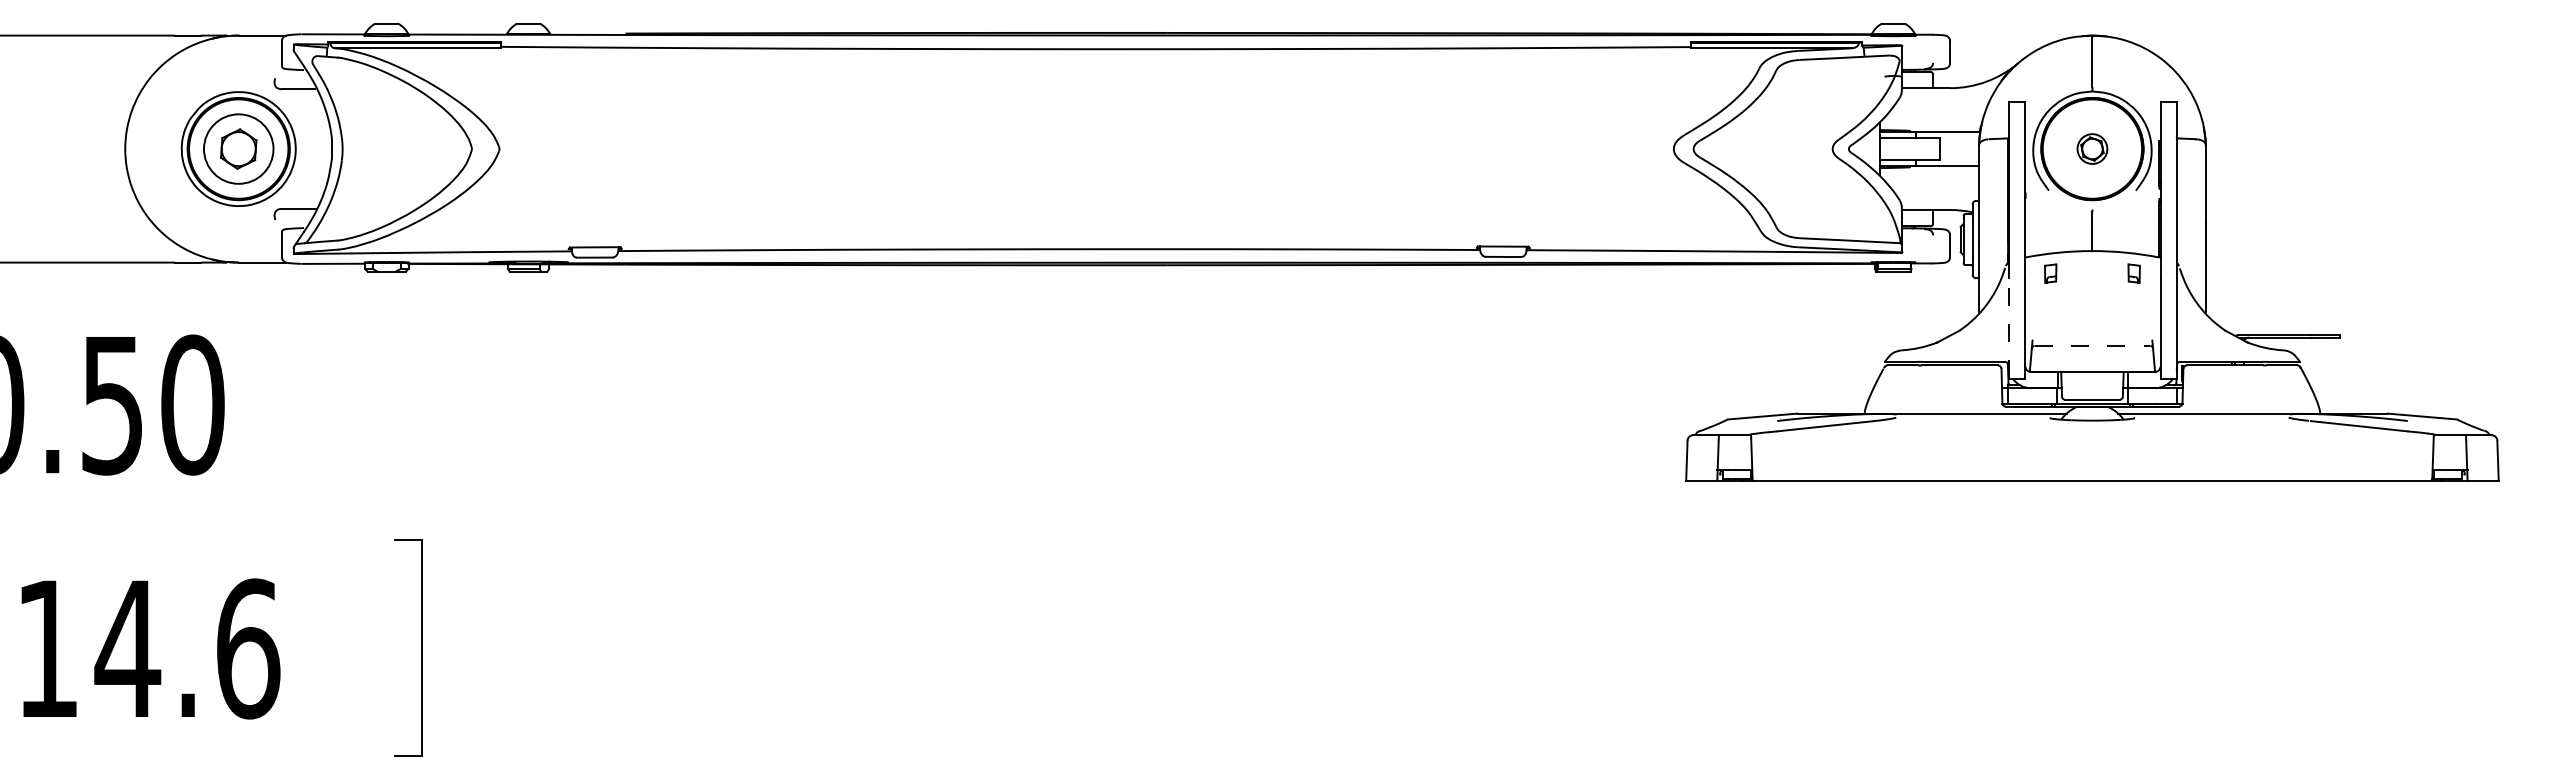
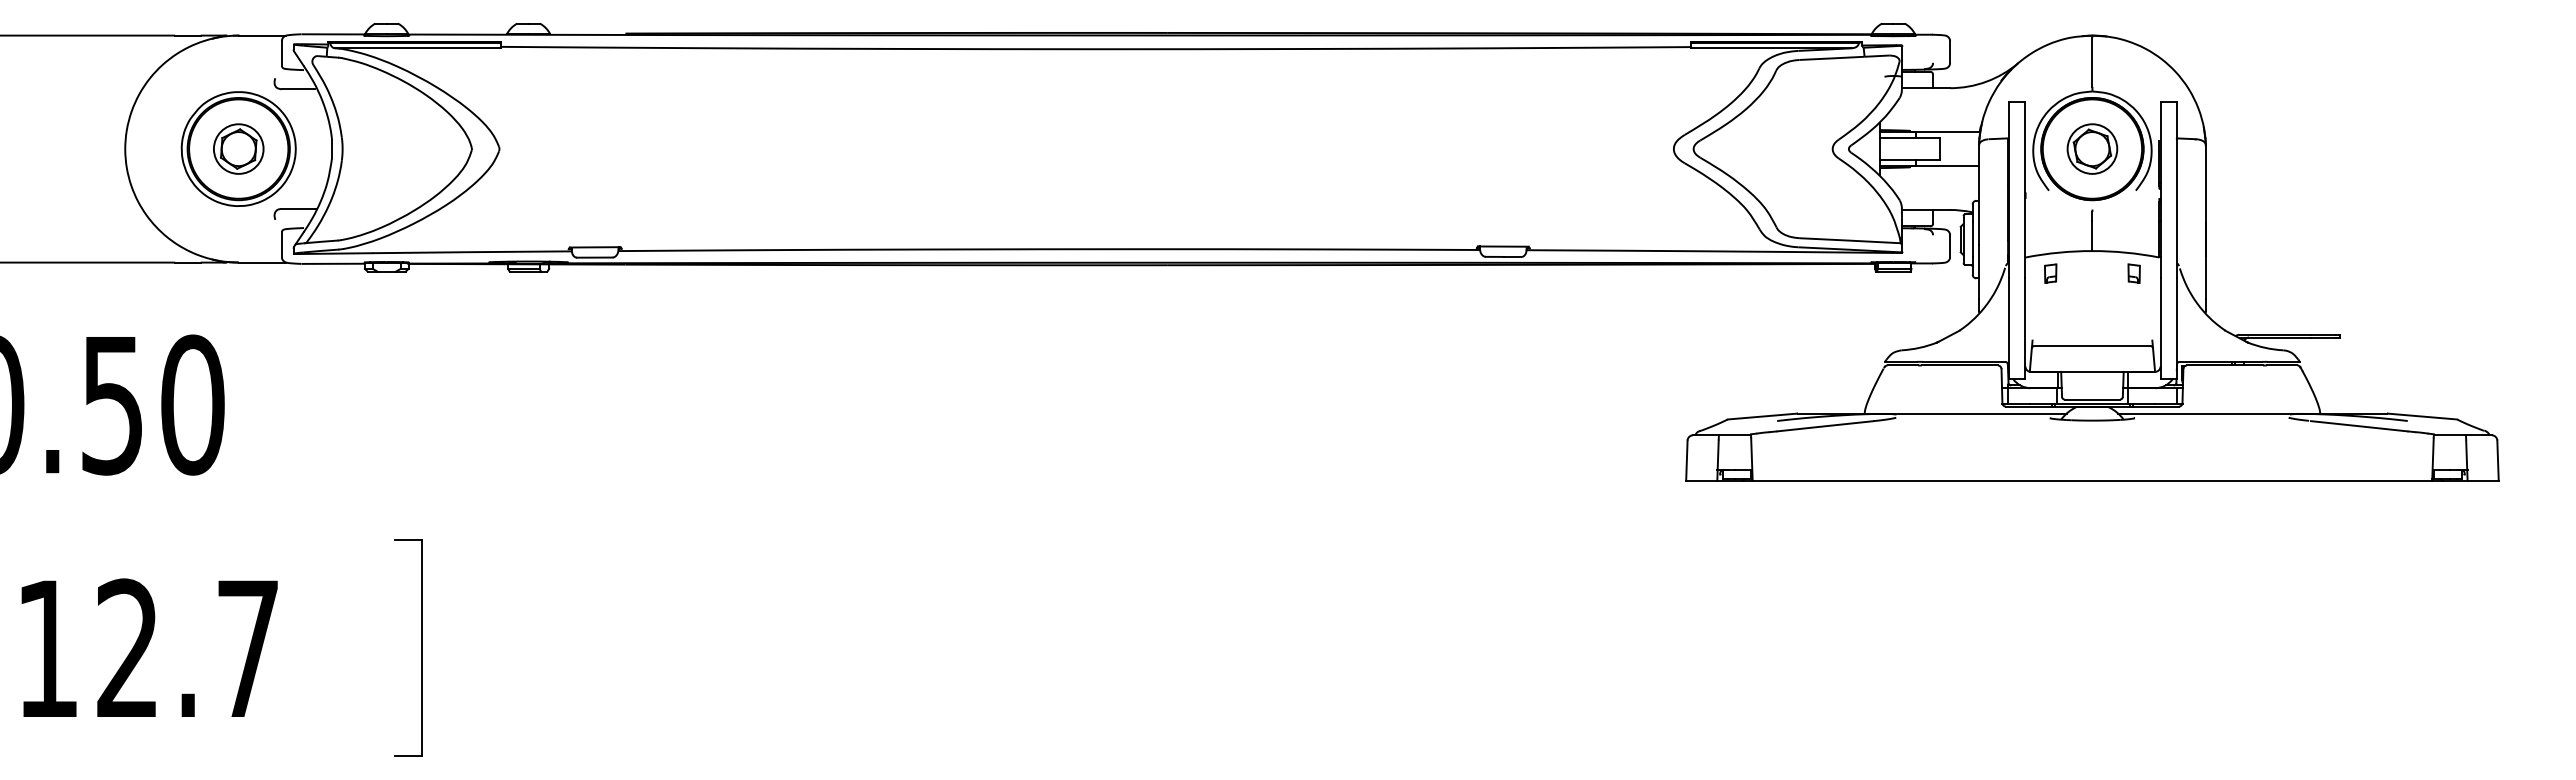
circle at (238, 148) diameter: 70 px -> 50 px
part at (2092, 148) size: 33x32 px -> 53x52 px
line at (2009, 327): dashed -> solid
line at (2092, 345): dashed -> solid
text at (187, 648): 14.6 -> 12.7
